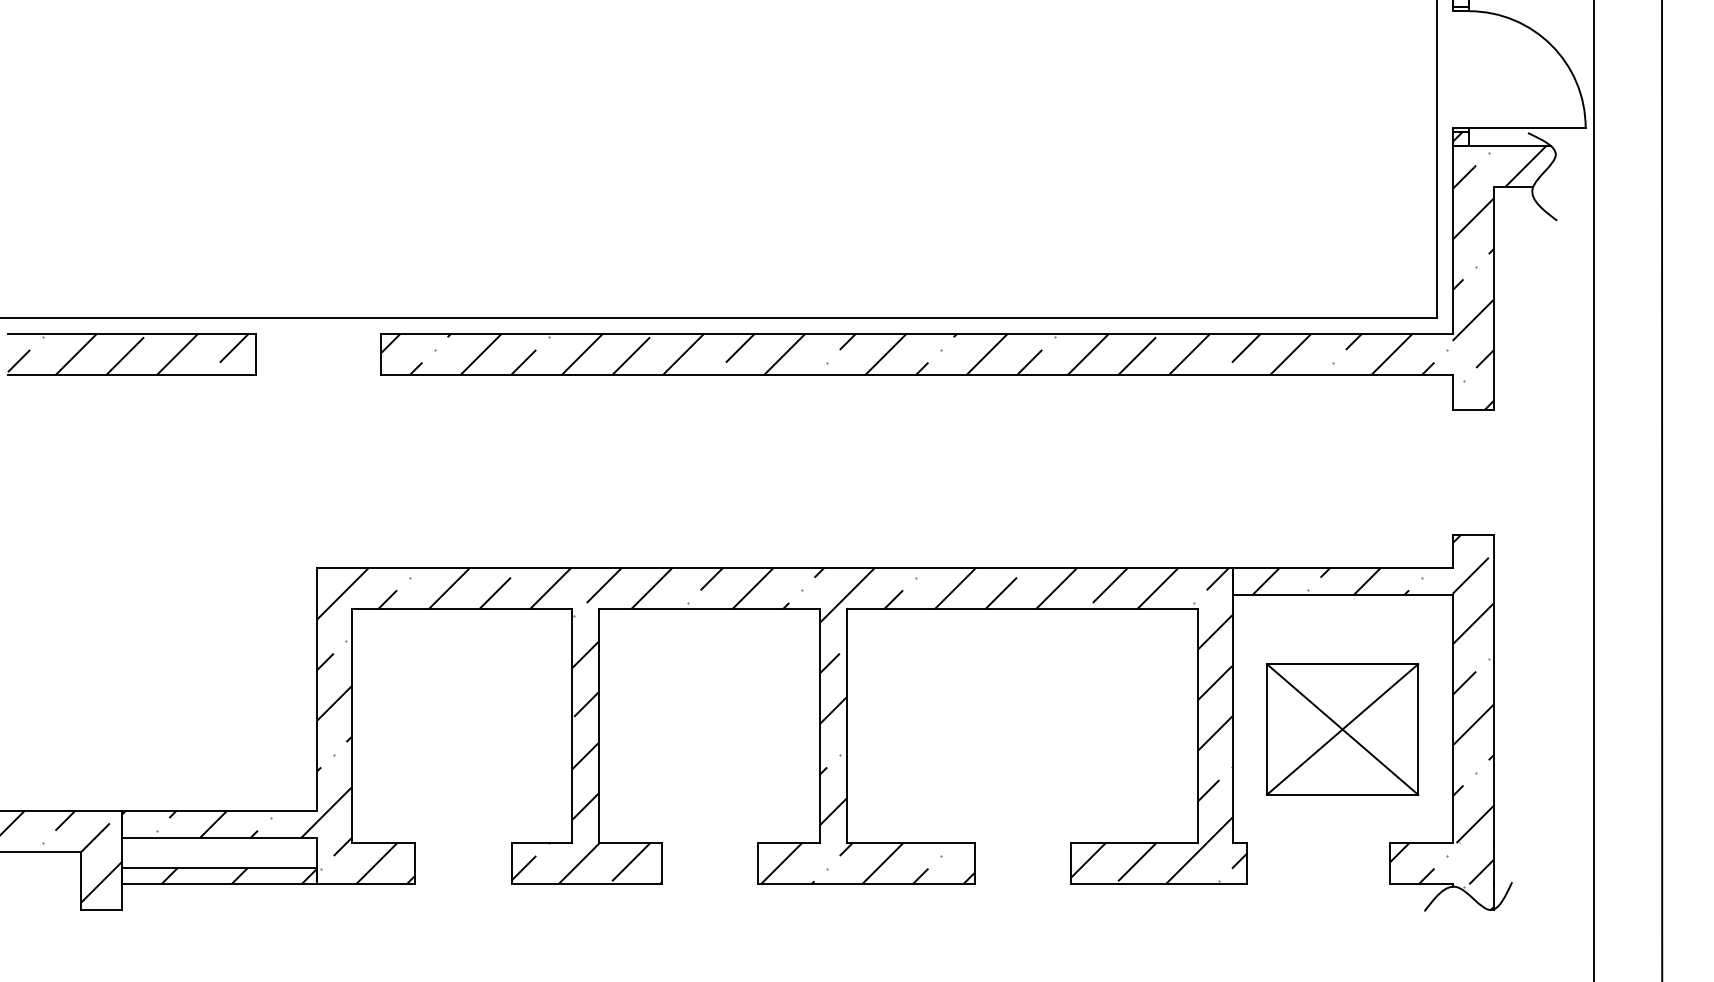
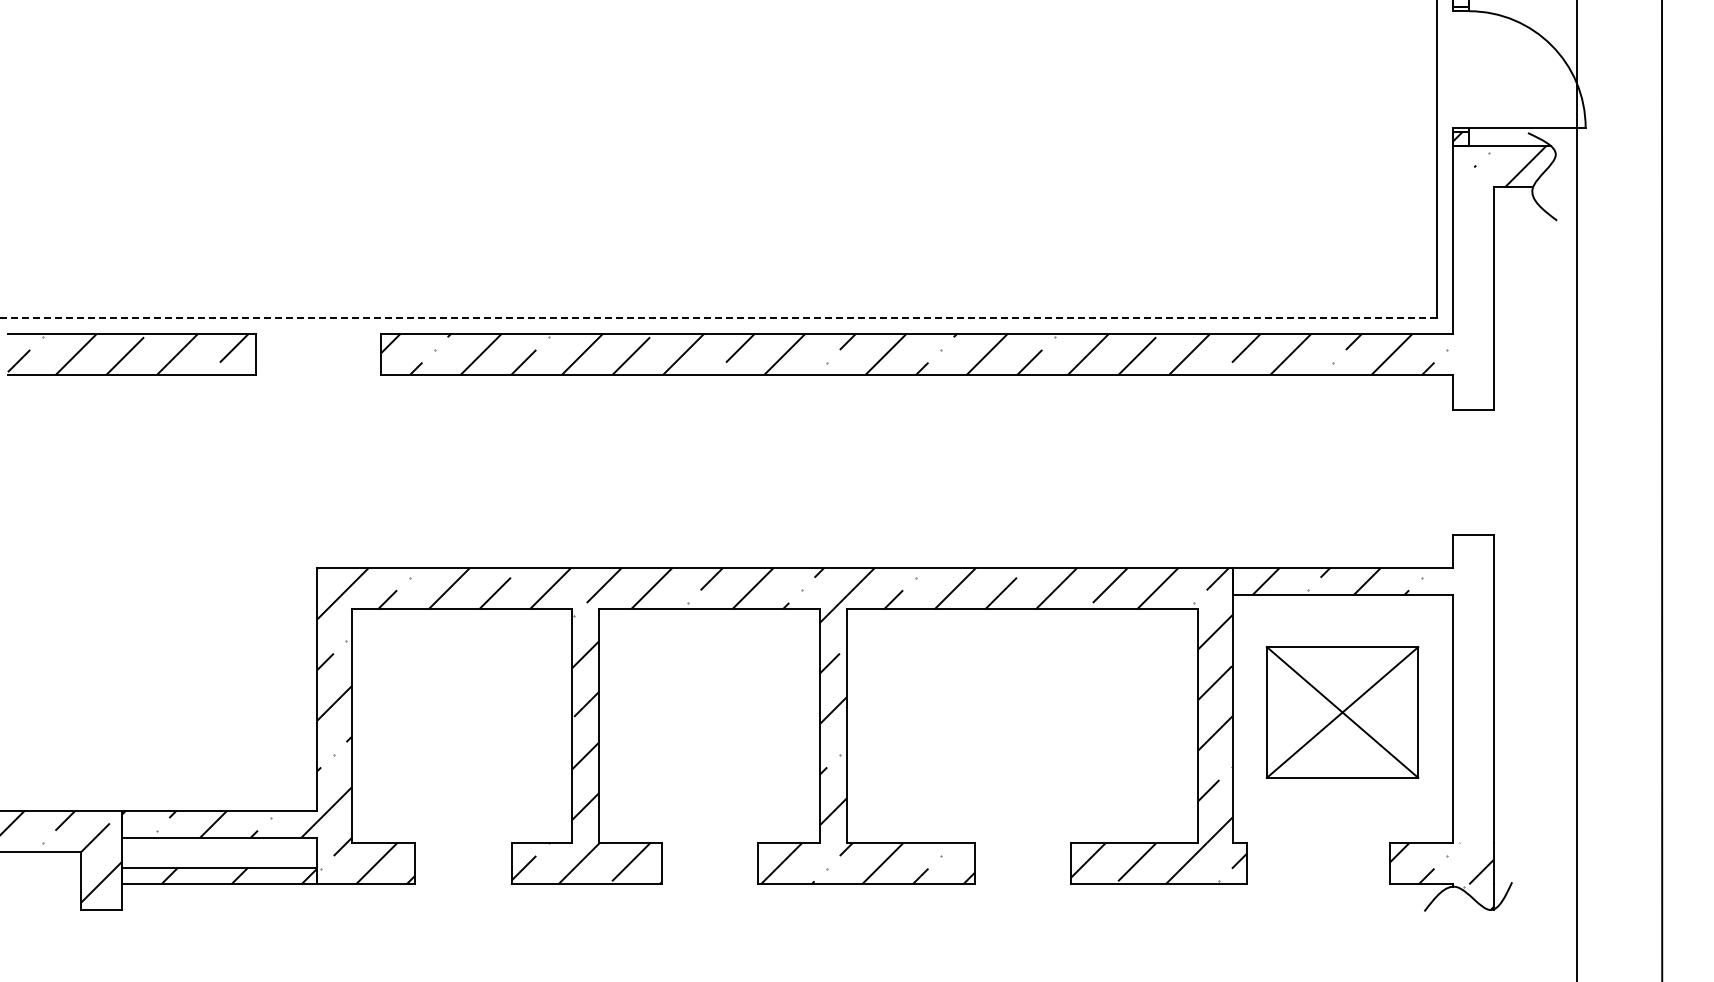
hatch at (1472, 288): present -> none
line at (718, 318): solid -> dashed
line at (1593, 490) position: (1593, 490) -> (1576, 490)
hatch at (1472, 688): present -> none
part at (1342, 729) position: (1342, 729) -> (1342, 712)
